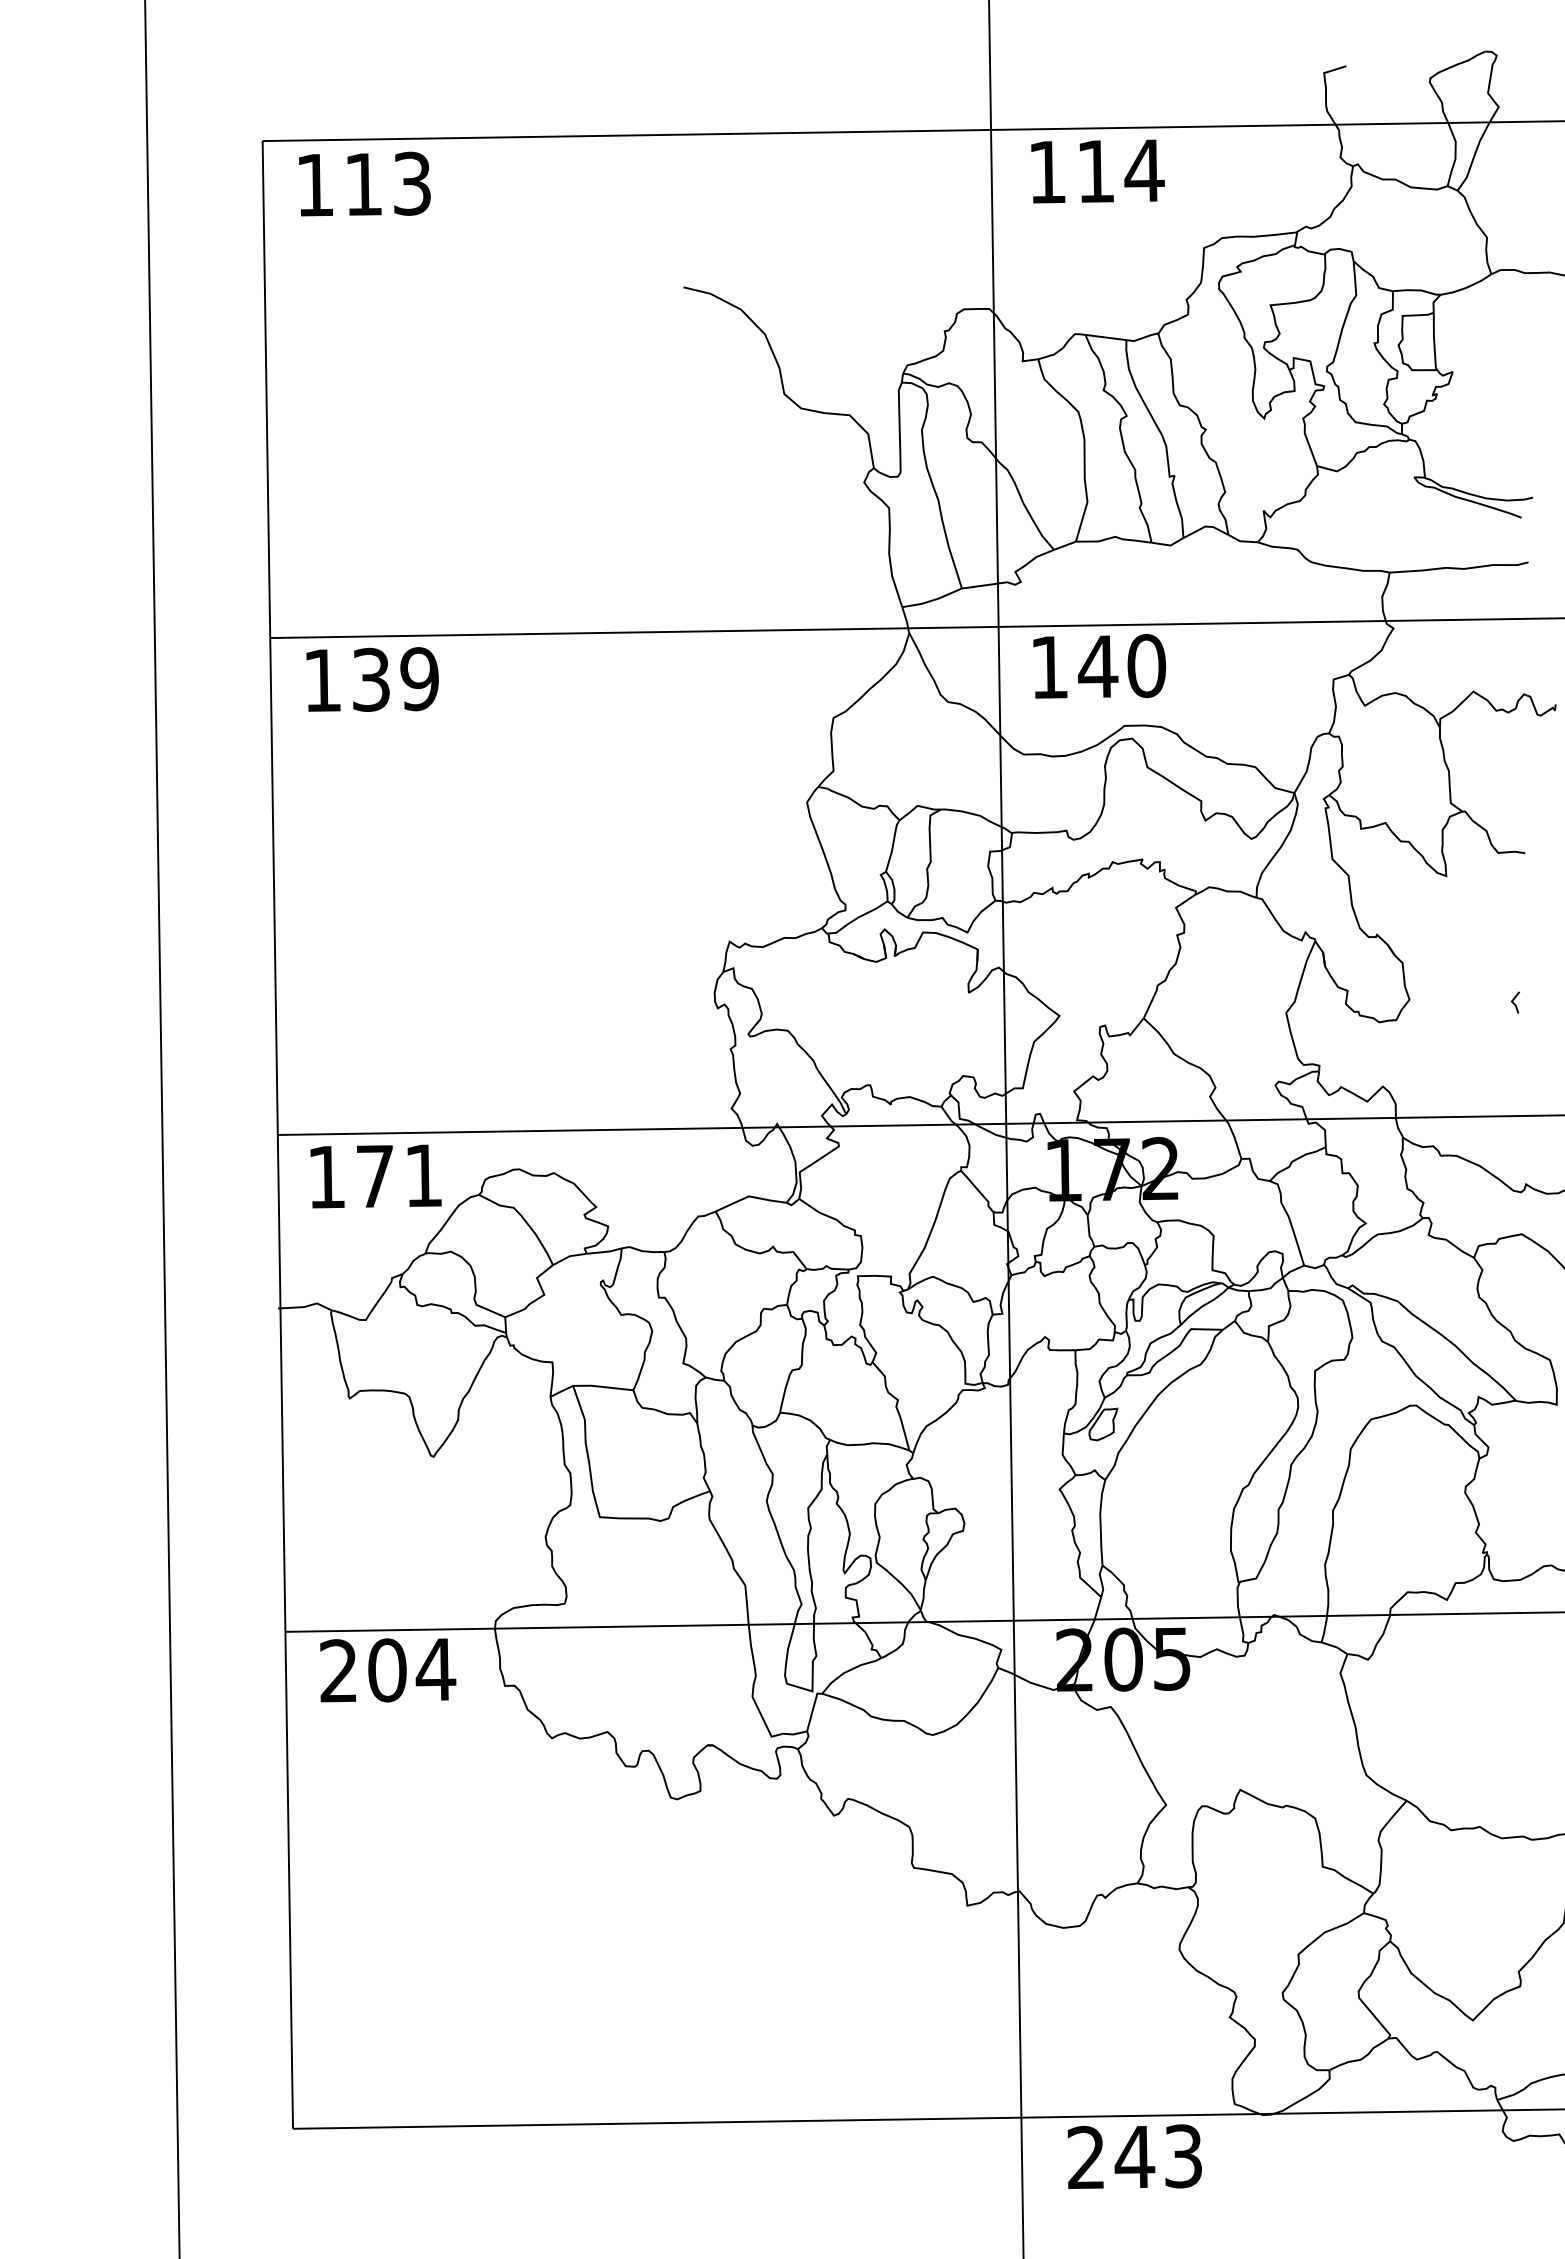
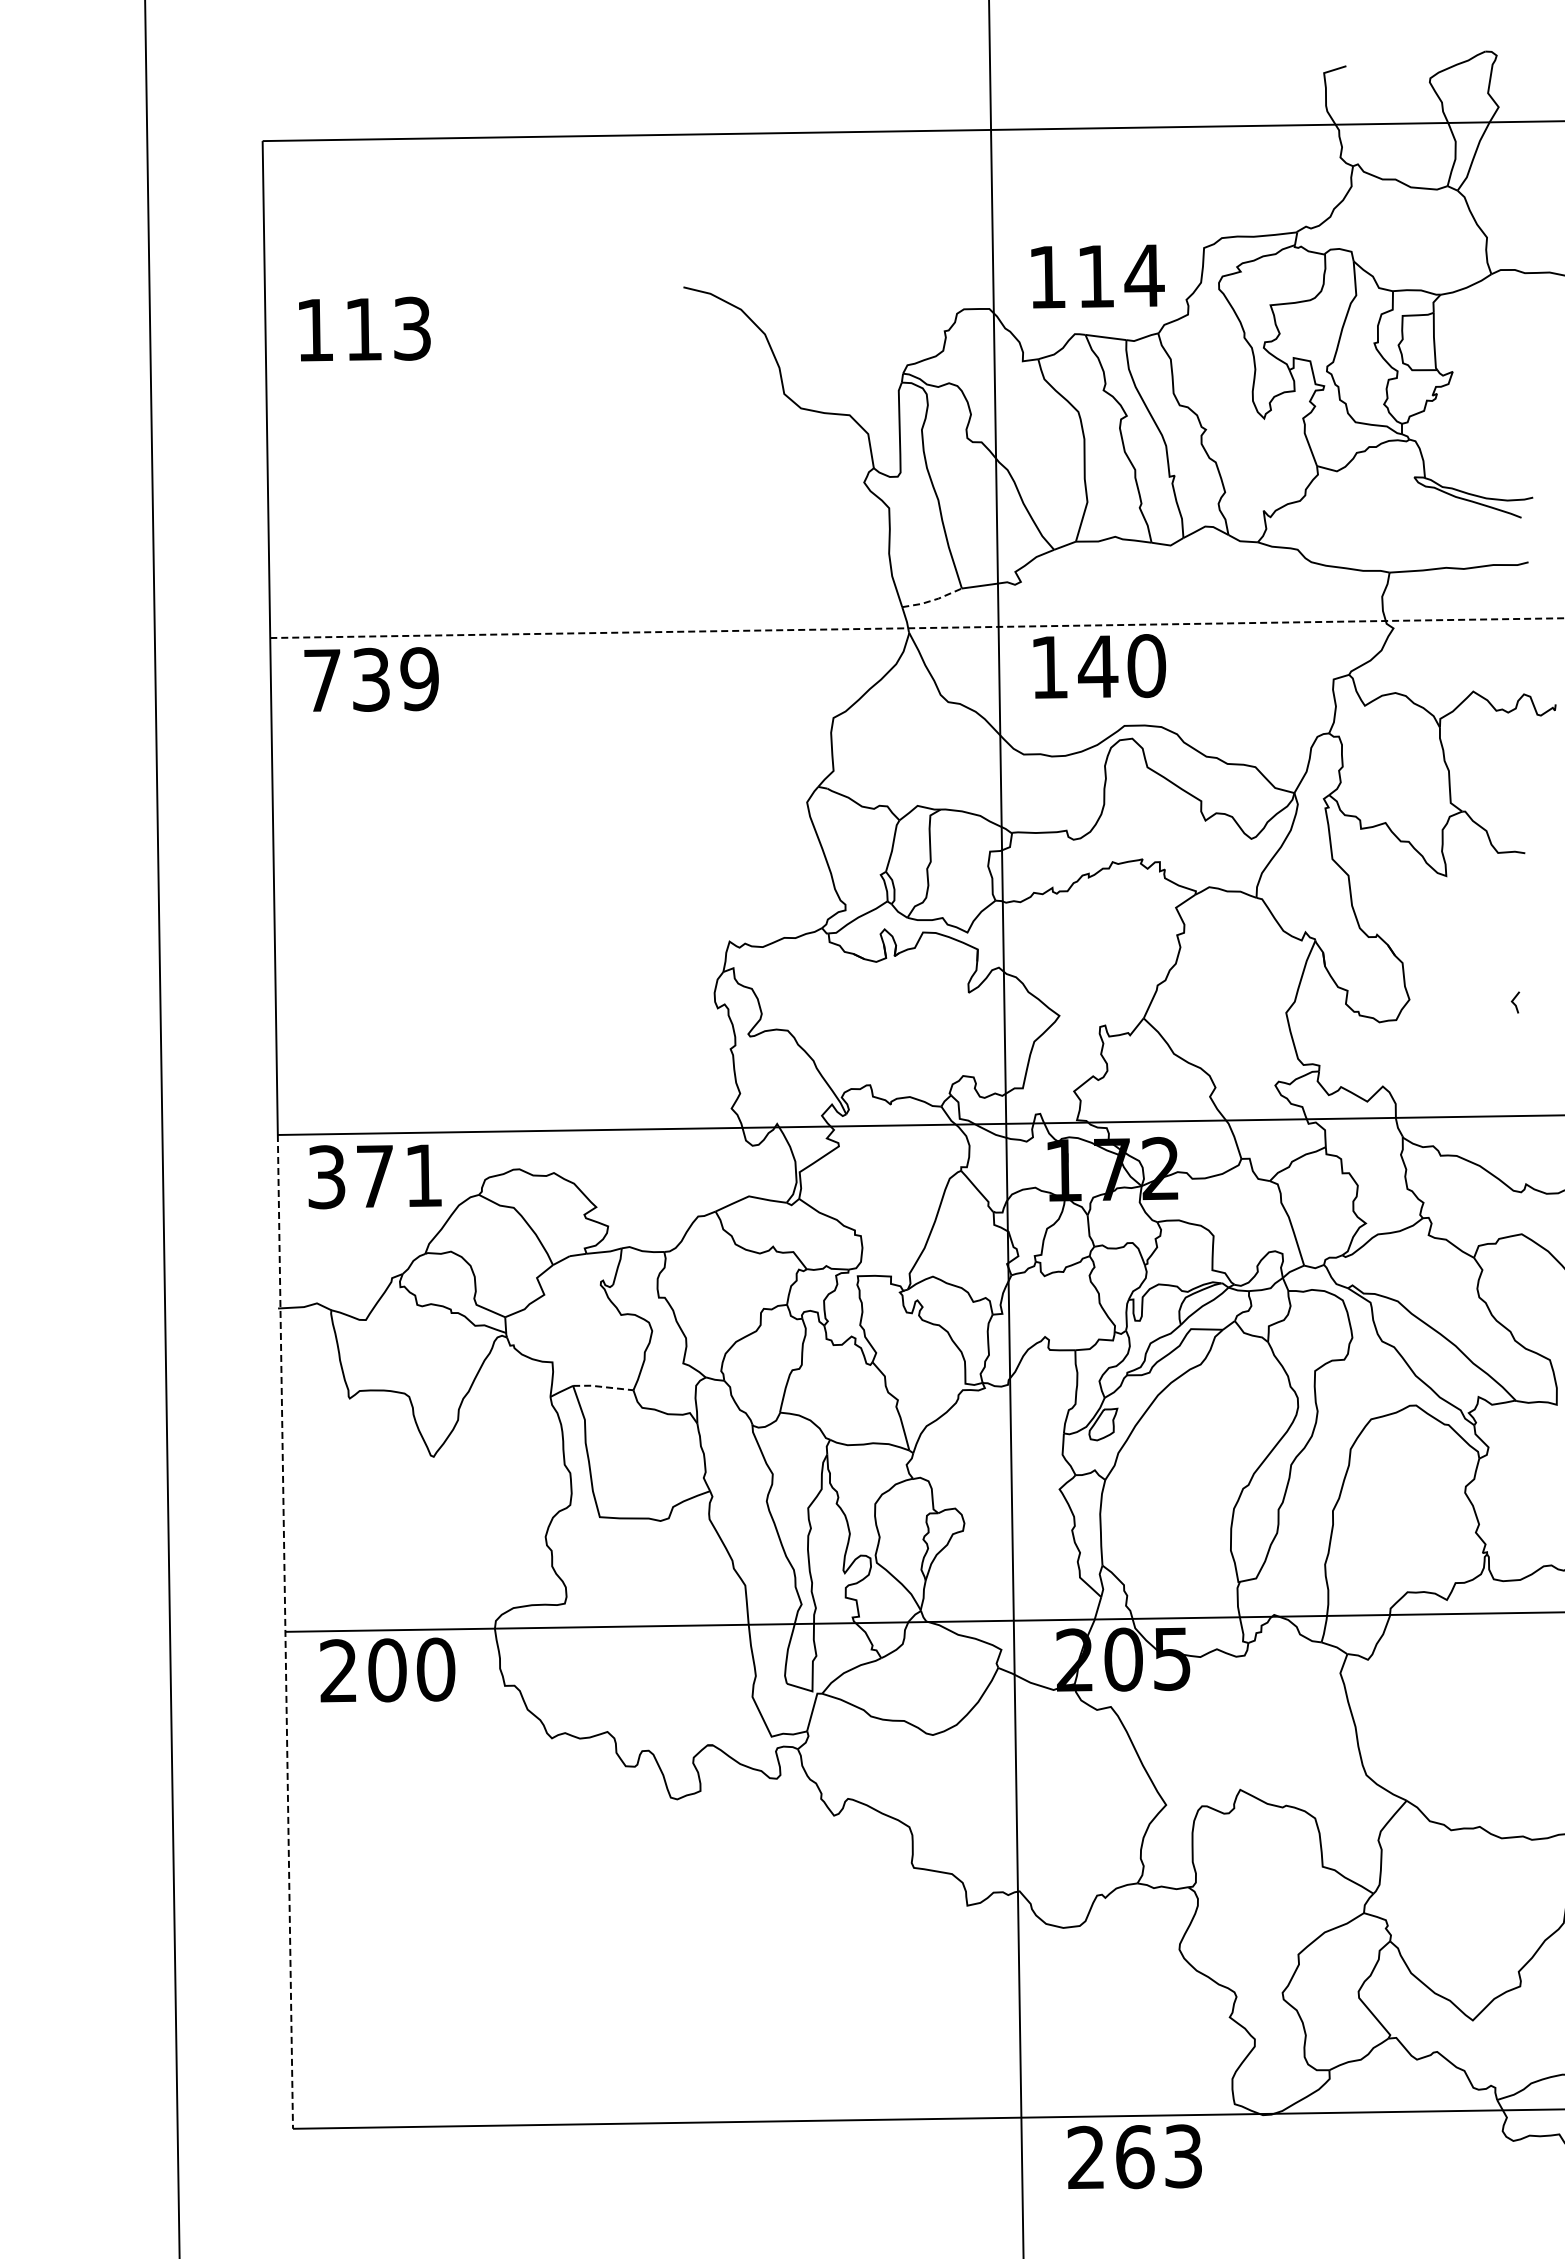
text at (1097, 171) position: (1097, 171) -> (1097, 276)
text at (364, 183) position: (364, 183) -> (364, 328)
line at (933, 600): solid -> dashed
line at (918, 628): solid -> dashed
text at (322, 680): 139 -> 739
text at (326, 1177): 171 -> 371
line at (603, 1387): solid -> dashed
line at (285, 1631): solid -> dashed
text at (435, 1669): 204 -> 200
text at (1134, 2157): 243 -> 263
